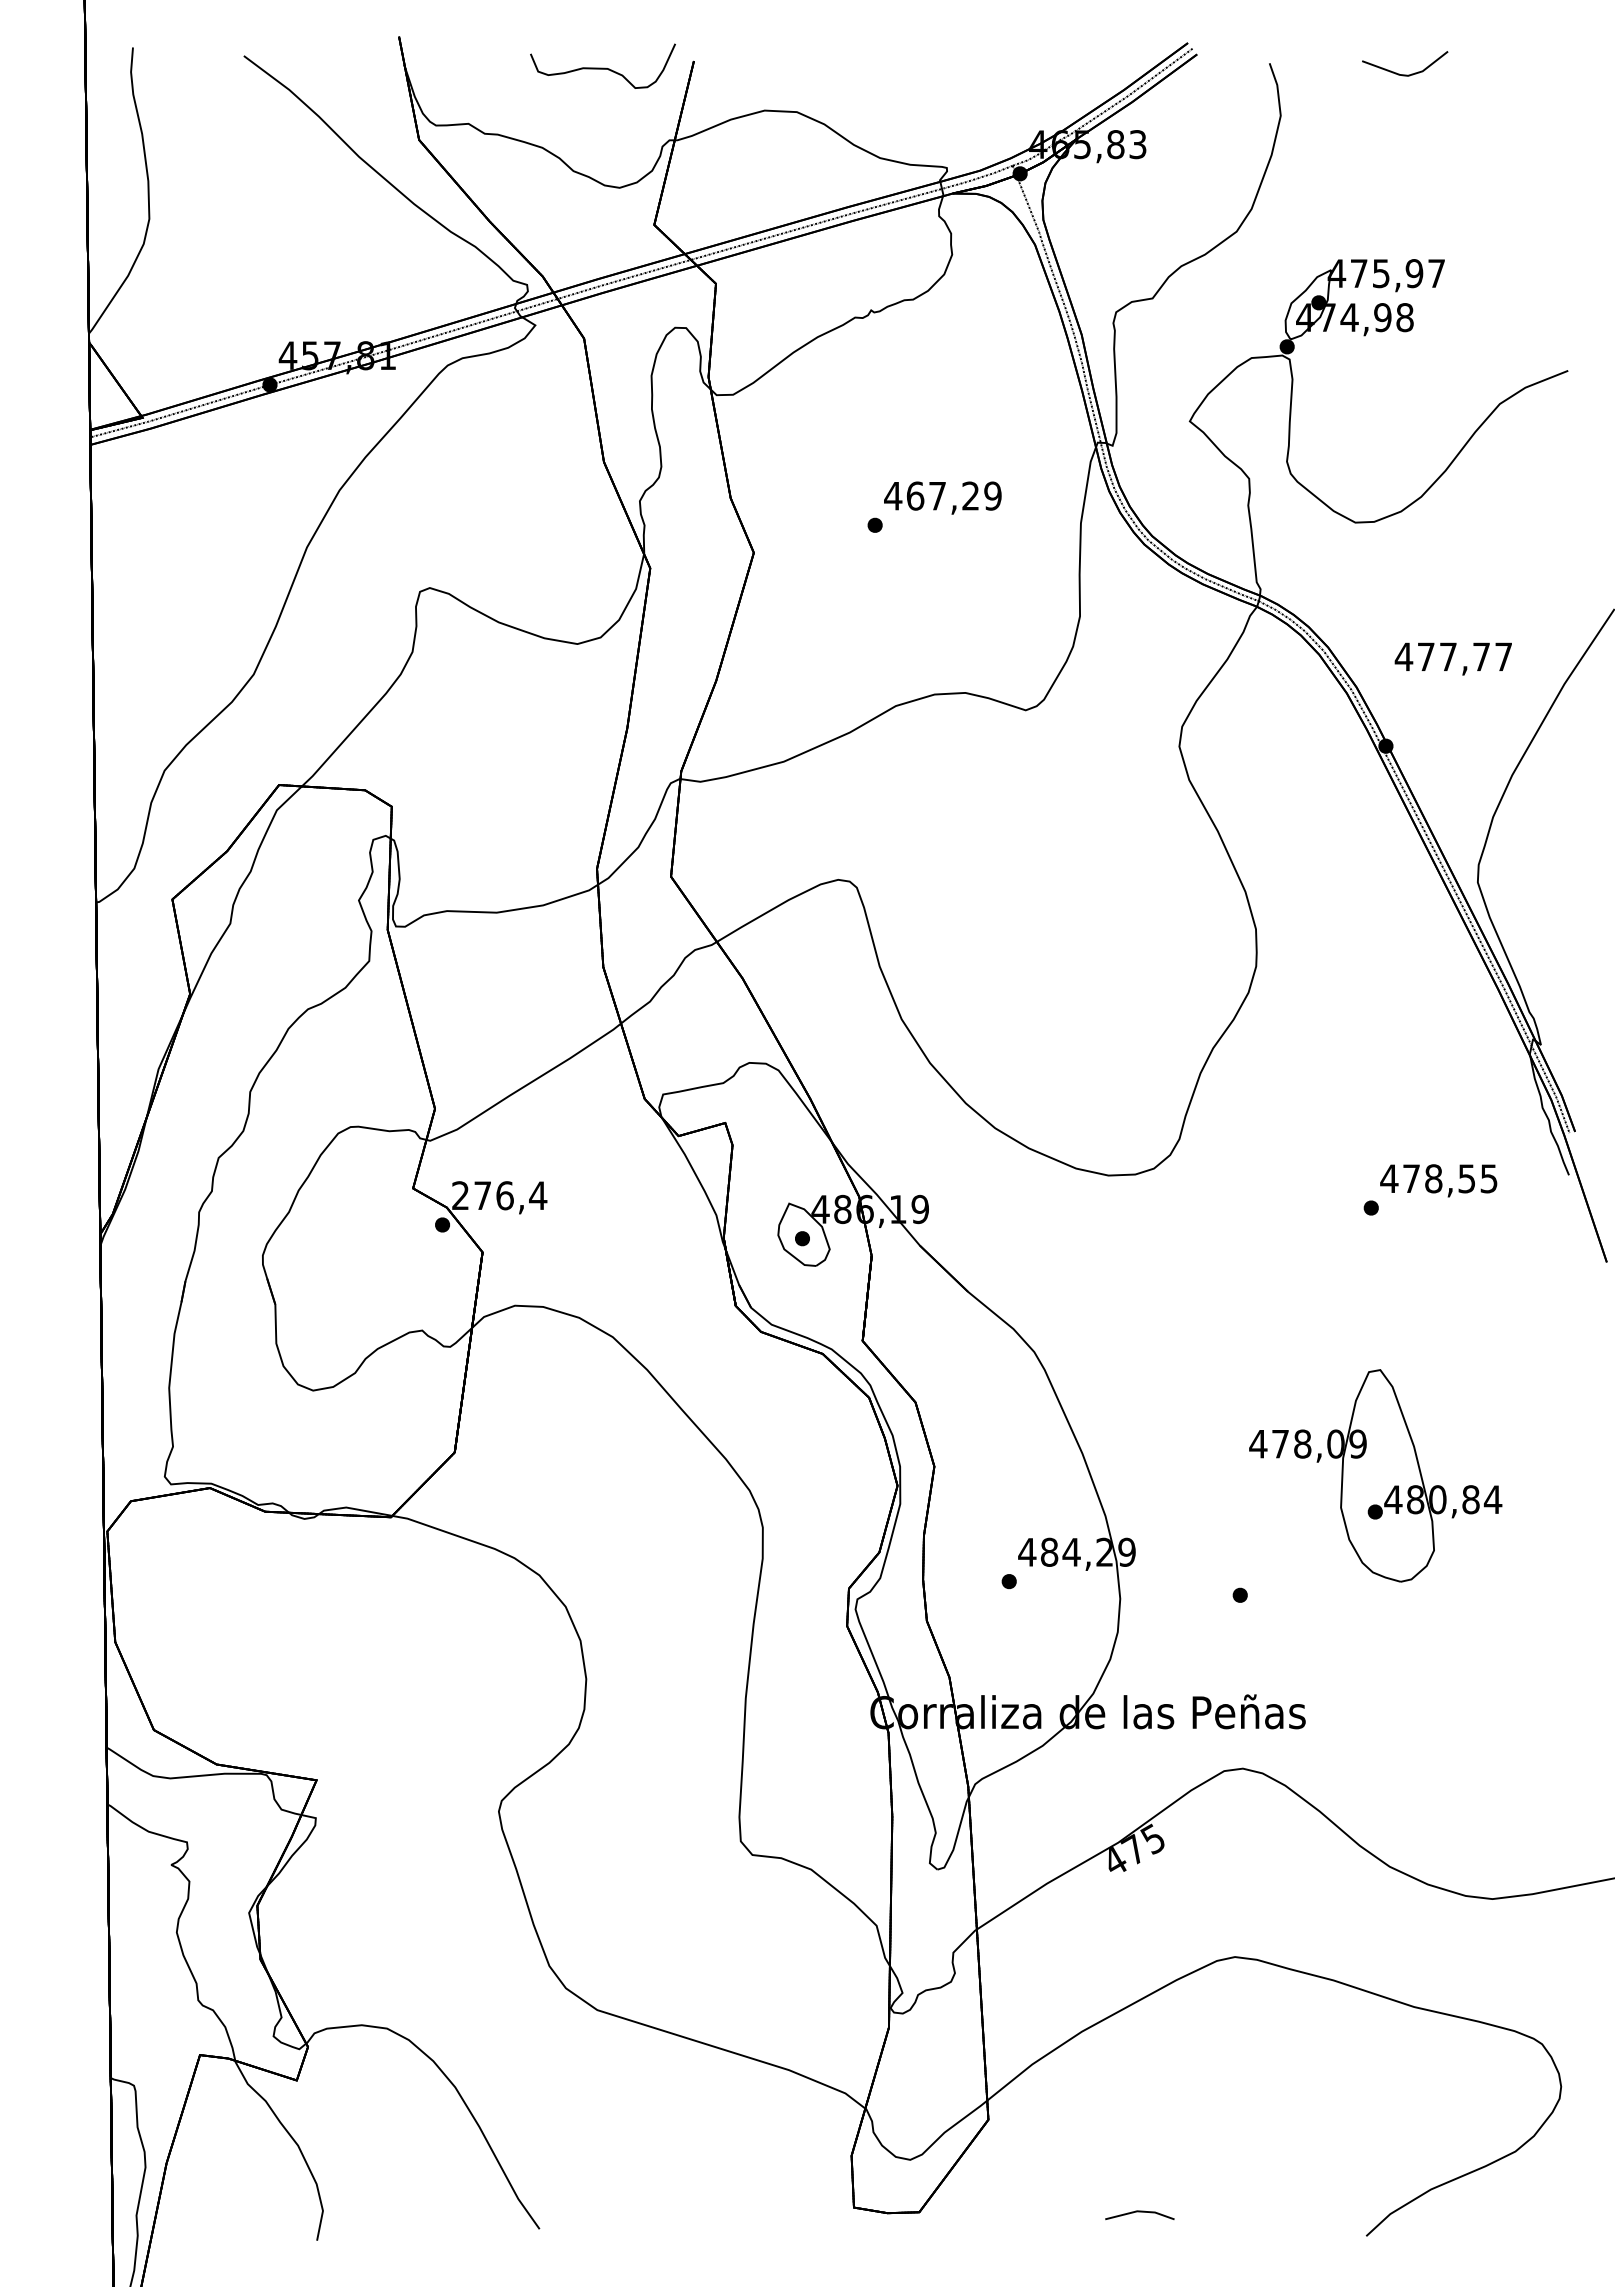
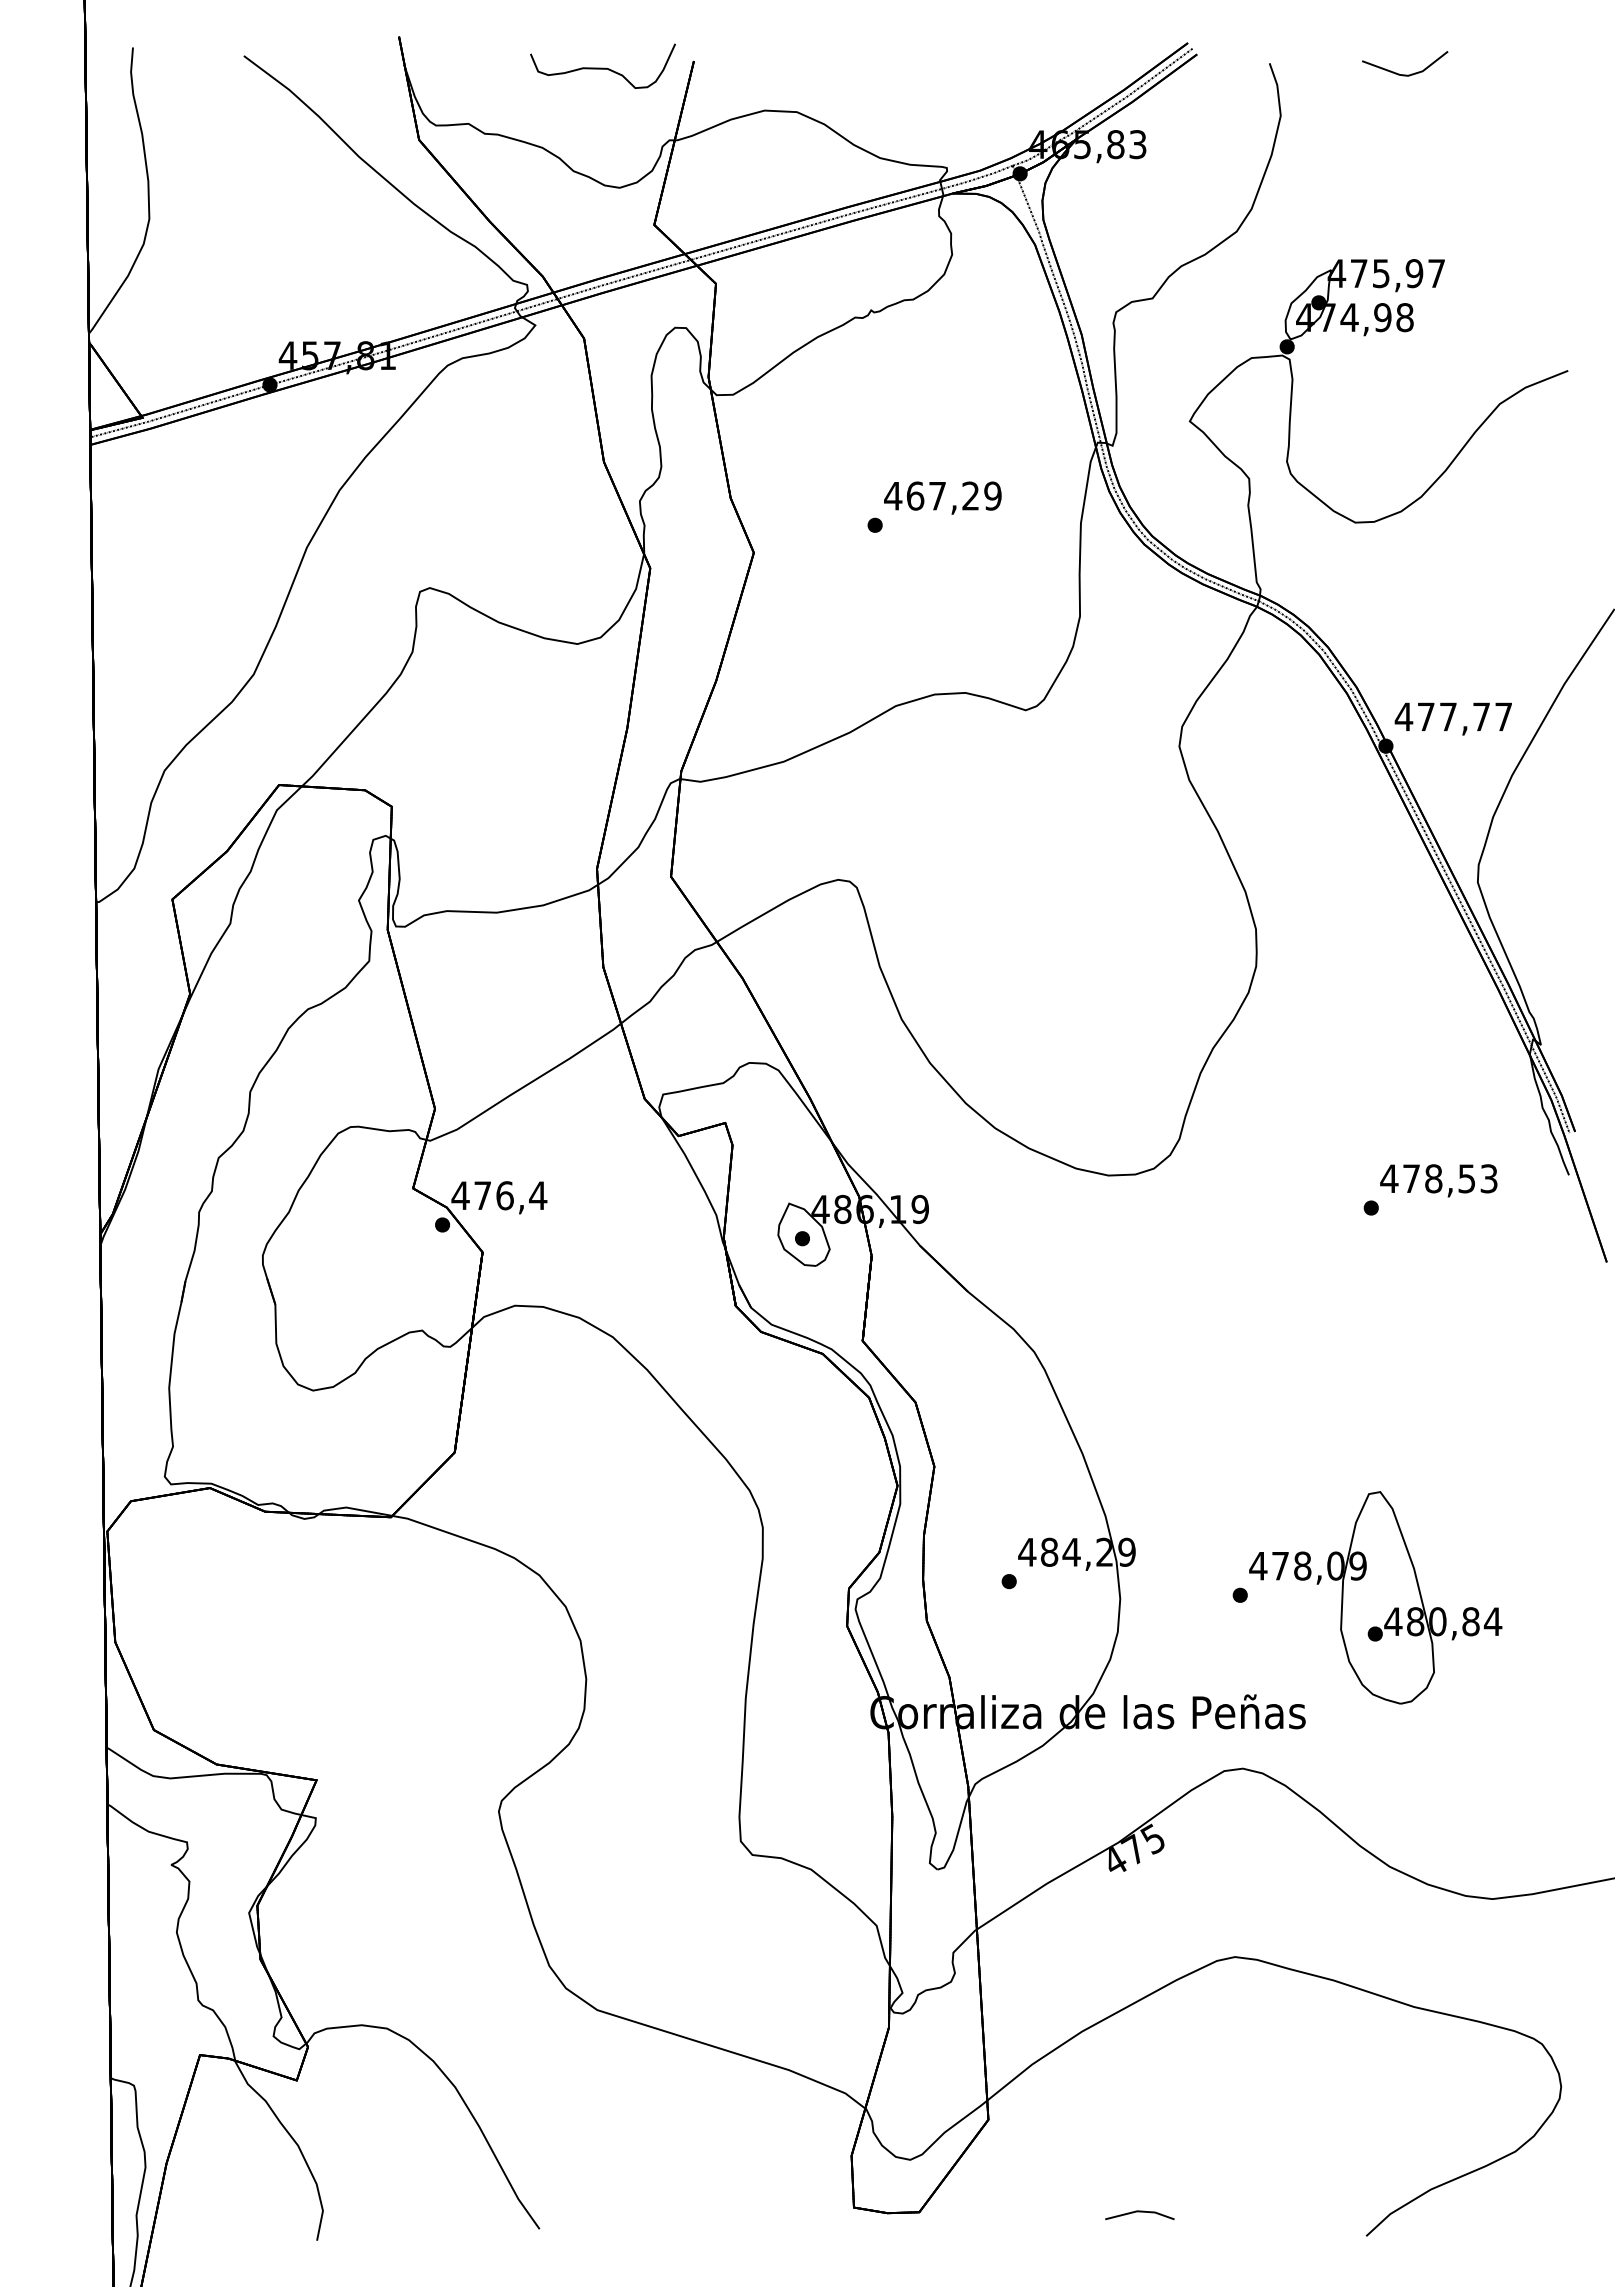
text at (1452, 658) position: (1452, 658) -> (1452, 718)
text at (1489, 1178): 478,55 -> 478,53
text at (460, 1195): 276,4 -> 476,4
part at (1375, 1475) position: (1375, 1475) -> (1375, 1597)
